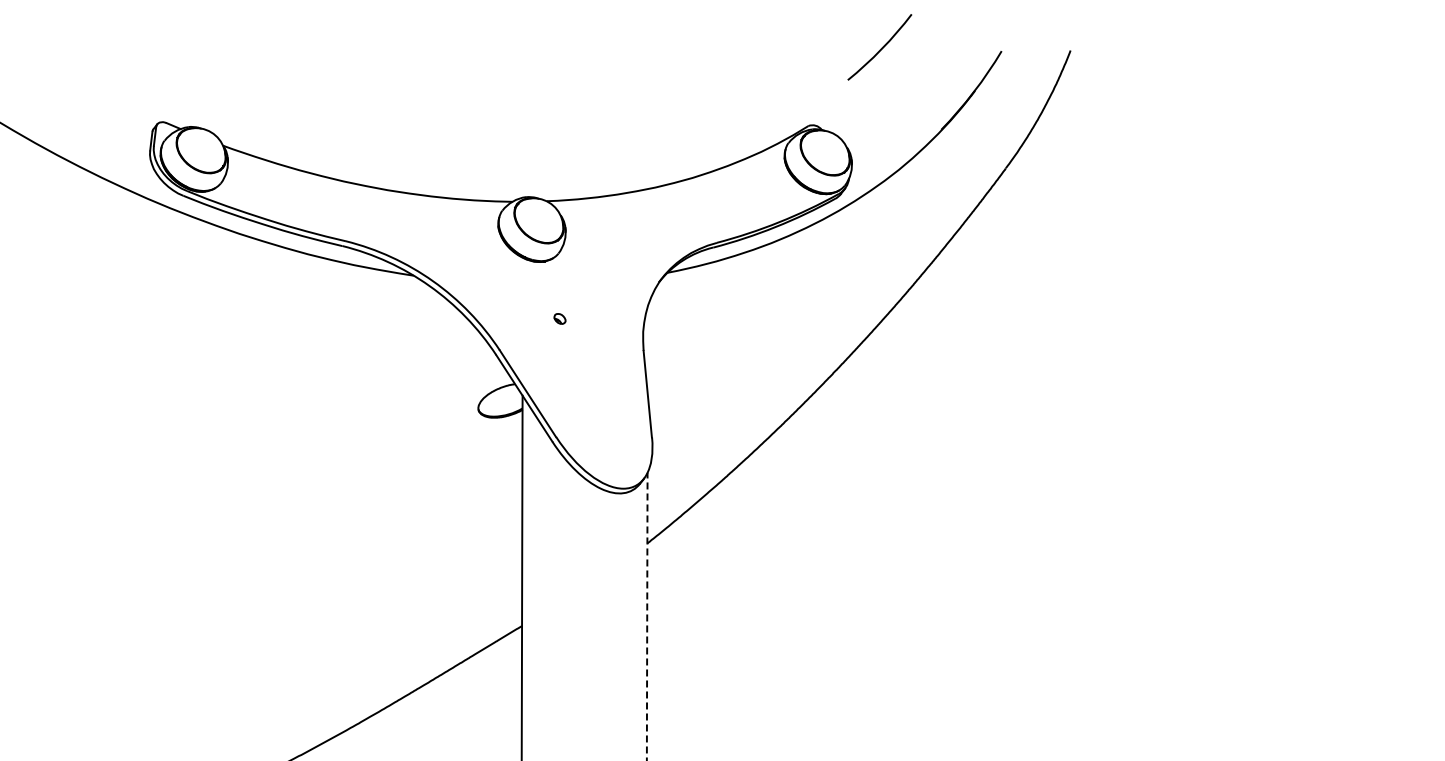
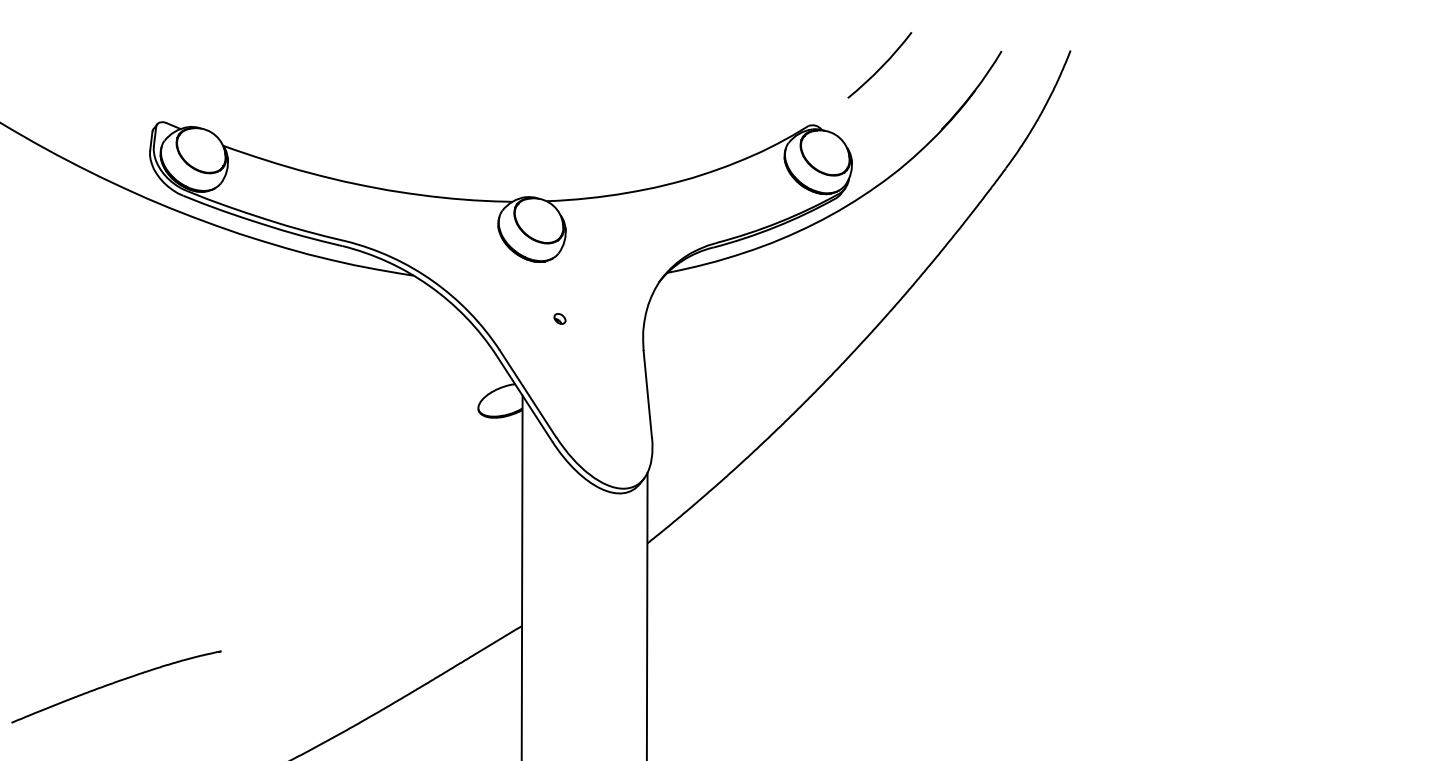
arc at (880, 48) position: (880, 48) -> (880, 66)
line at (647, 616): dashed -> solid
part at (116, 686): none -> present
